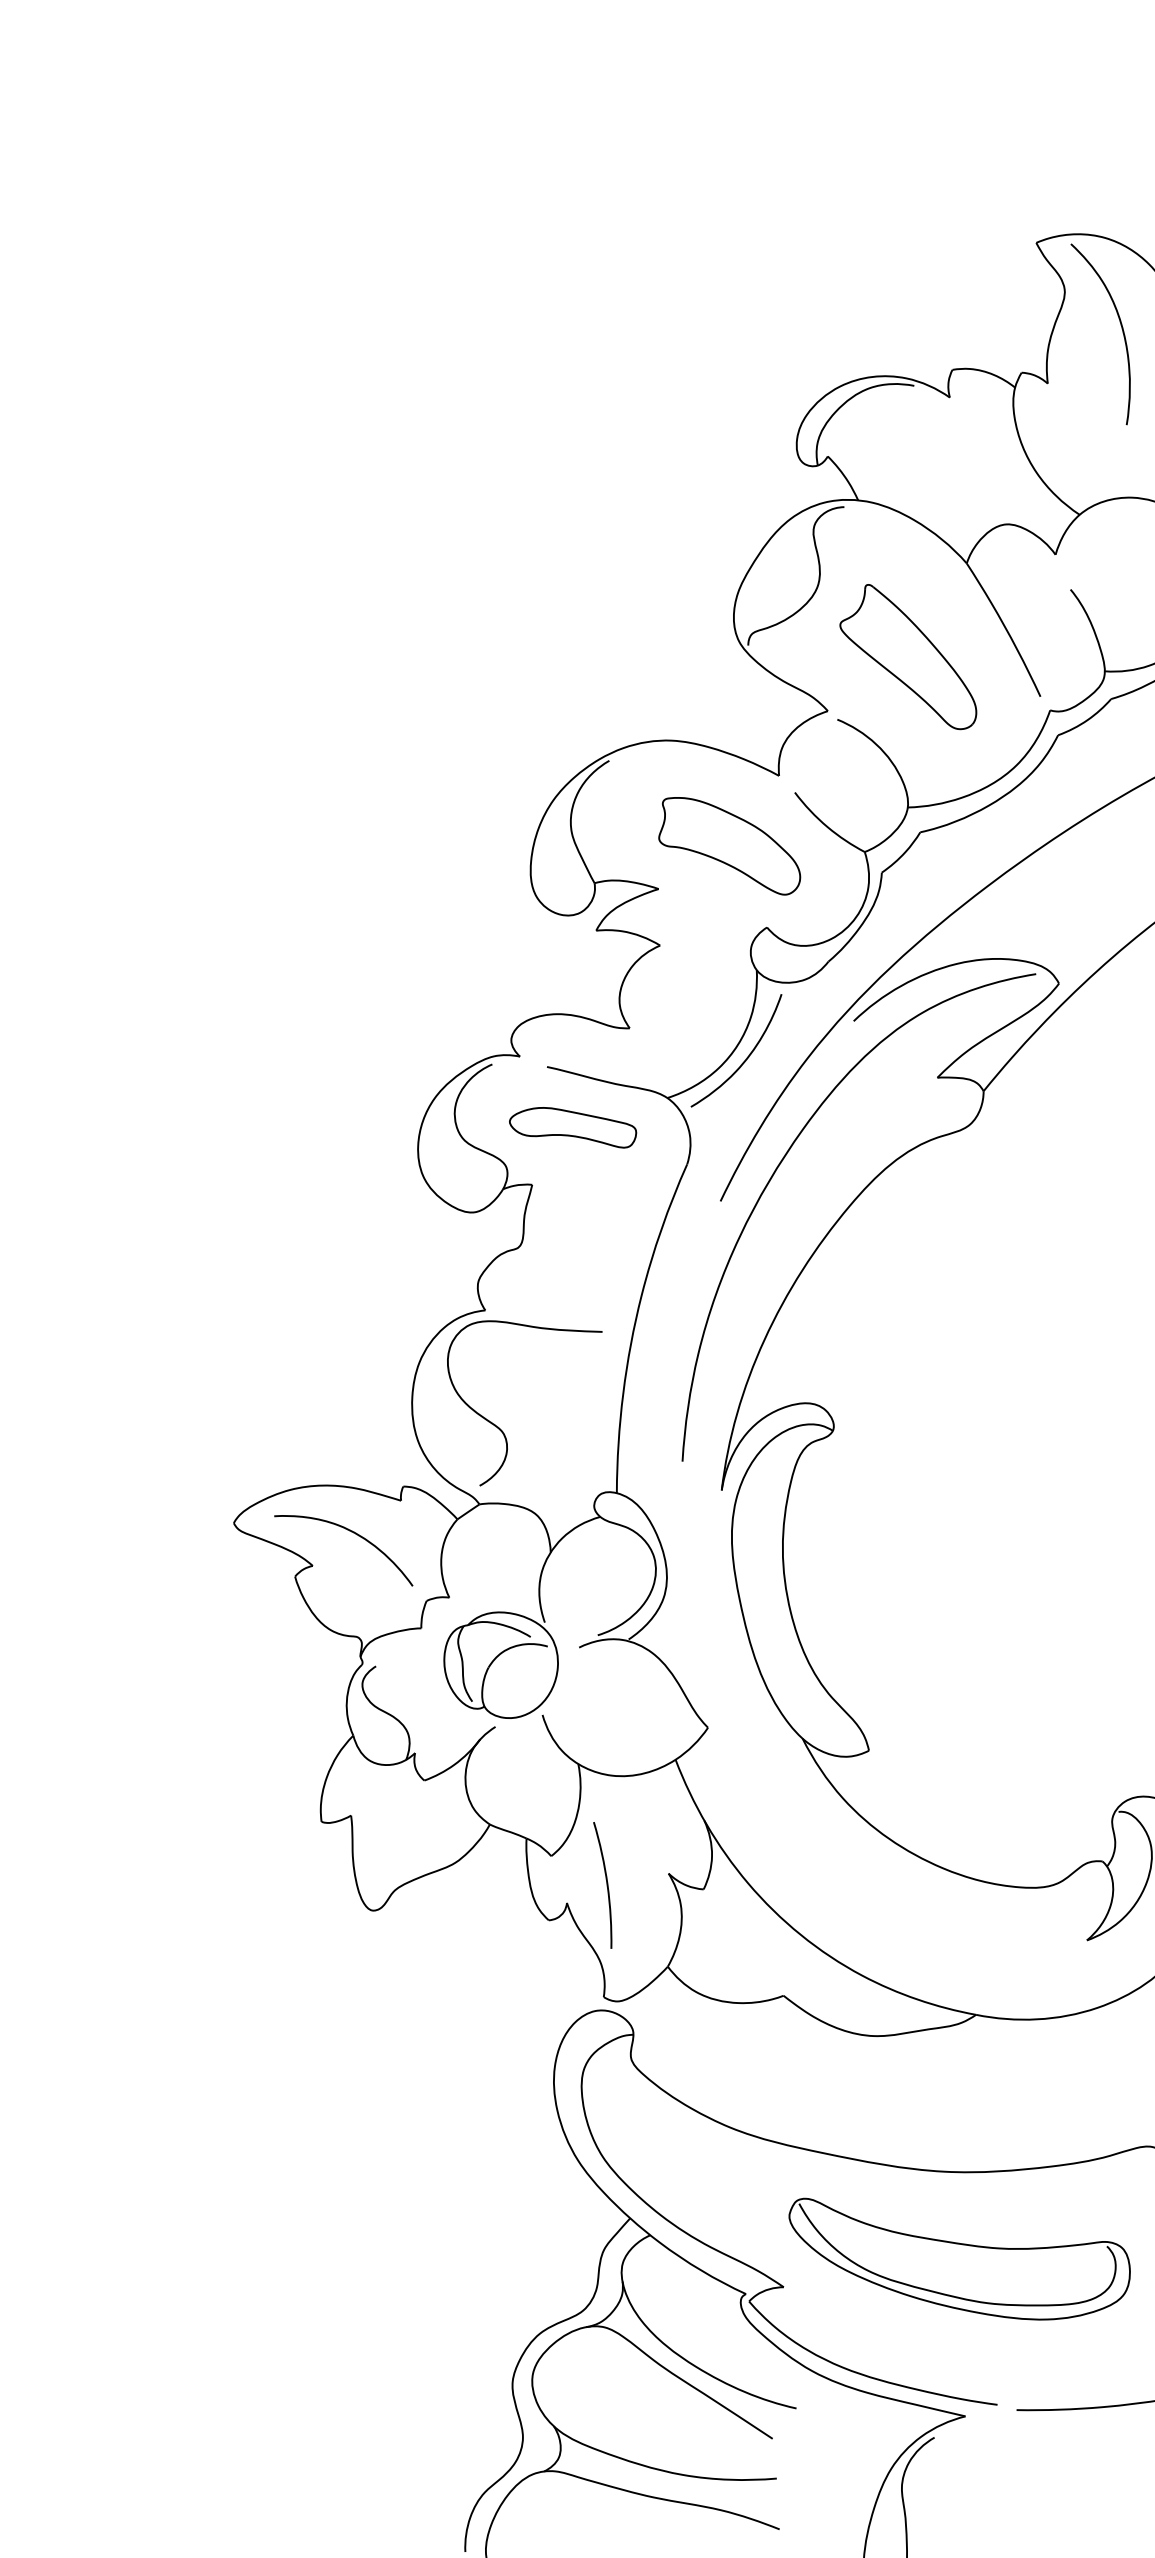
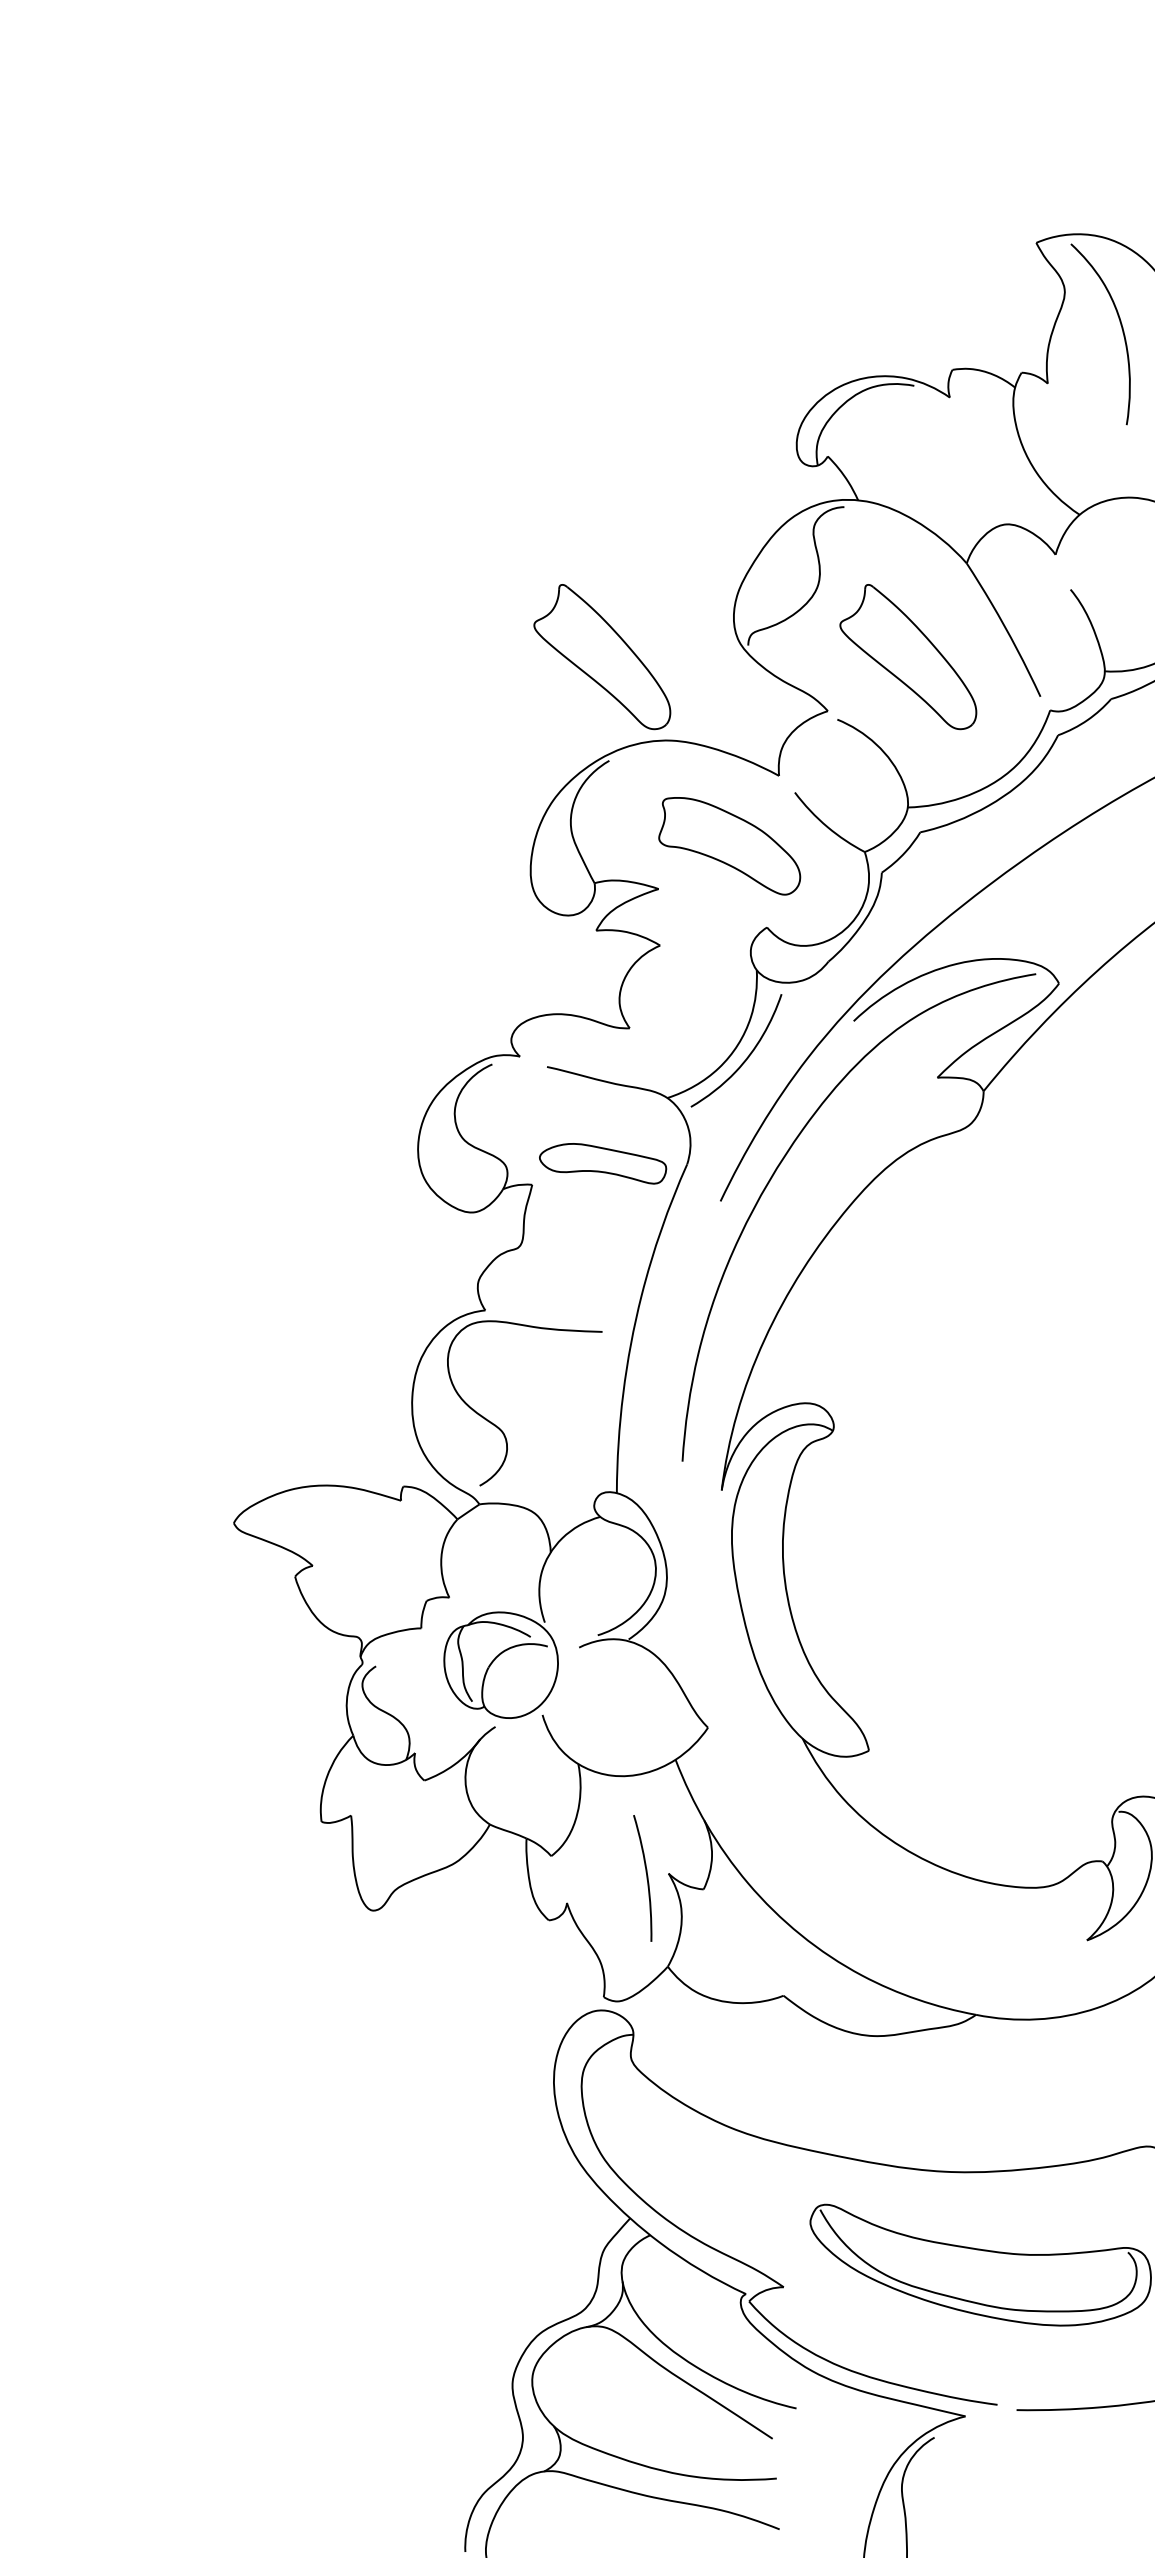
part at (602, 657): none -> present
part at (573, 1127) position: (573, 1127) -> (603, 1163)
curve at (351, 1532): present -> none
curve at (606, 1885) position: (606, 1885) -> (646, 1878)
part at (959, 2258) position: (959, 2258) -> (980, 2264)
